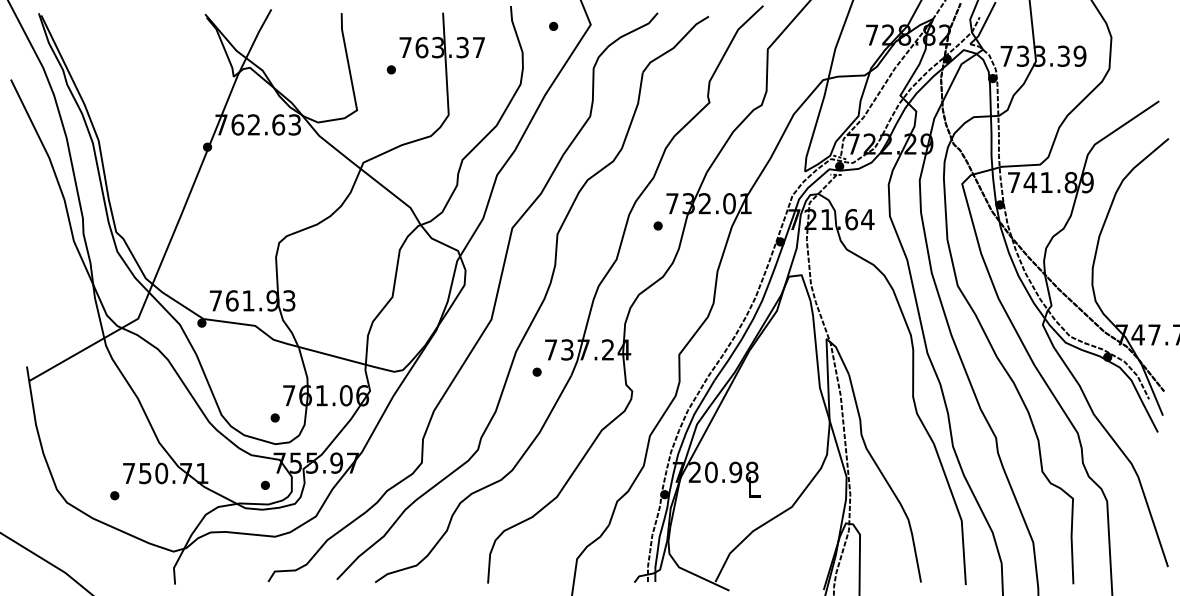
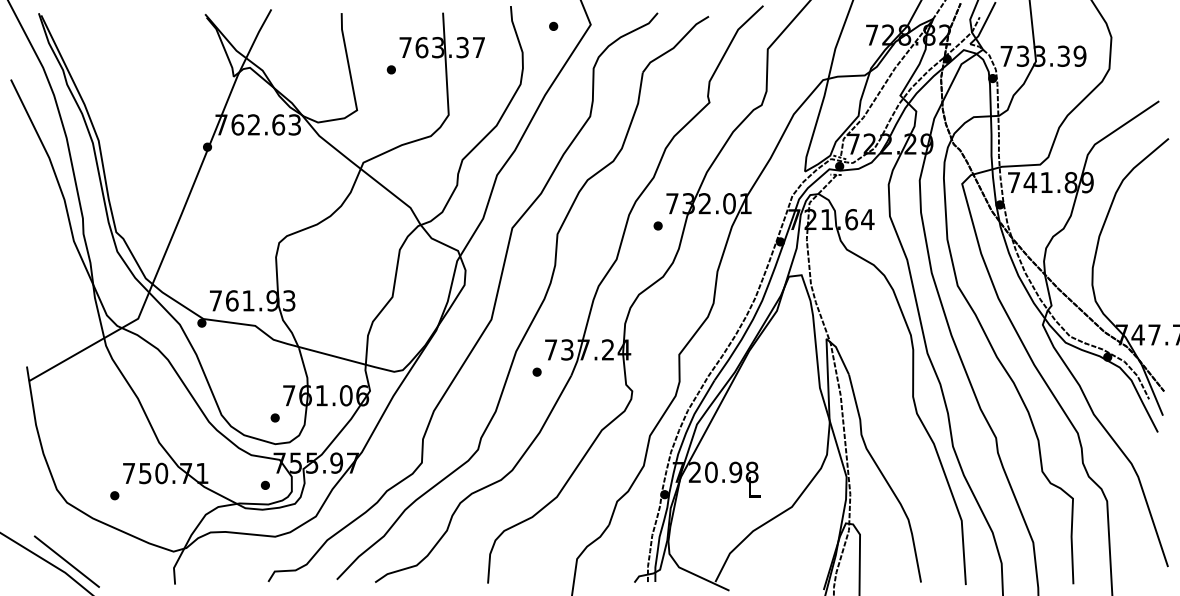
line at (66, 561): none -> present
